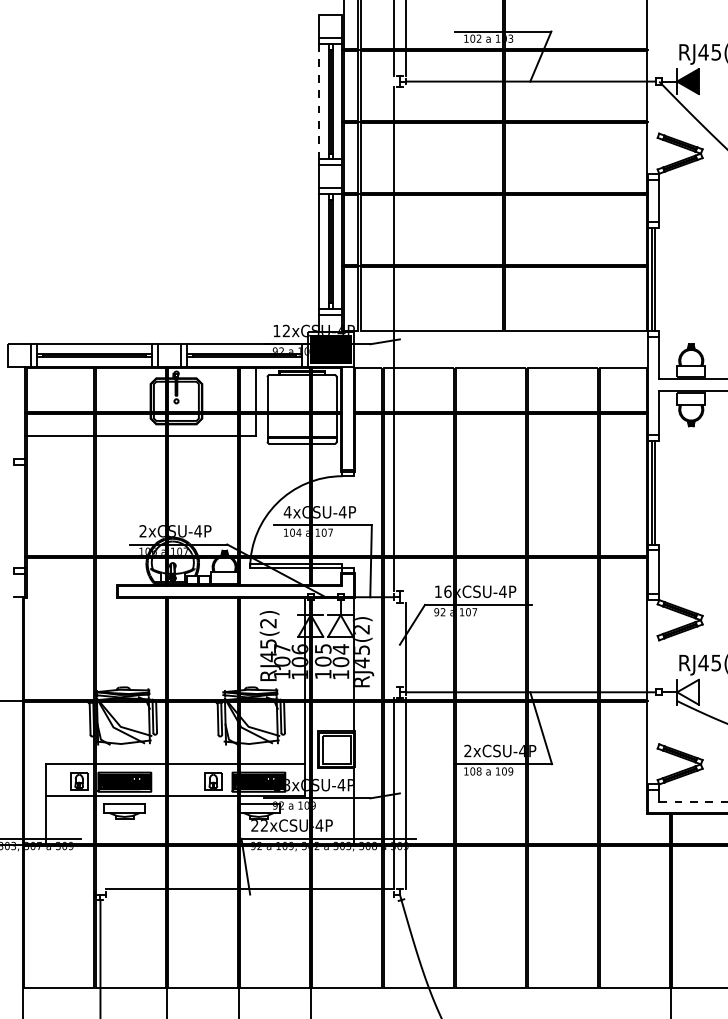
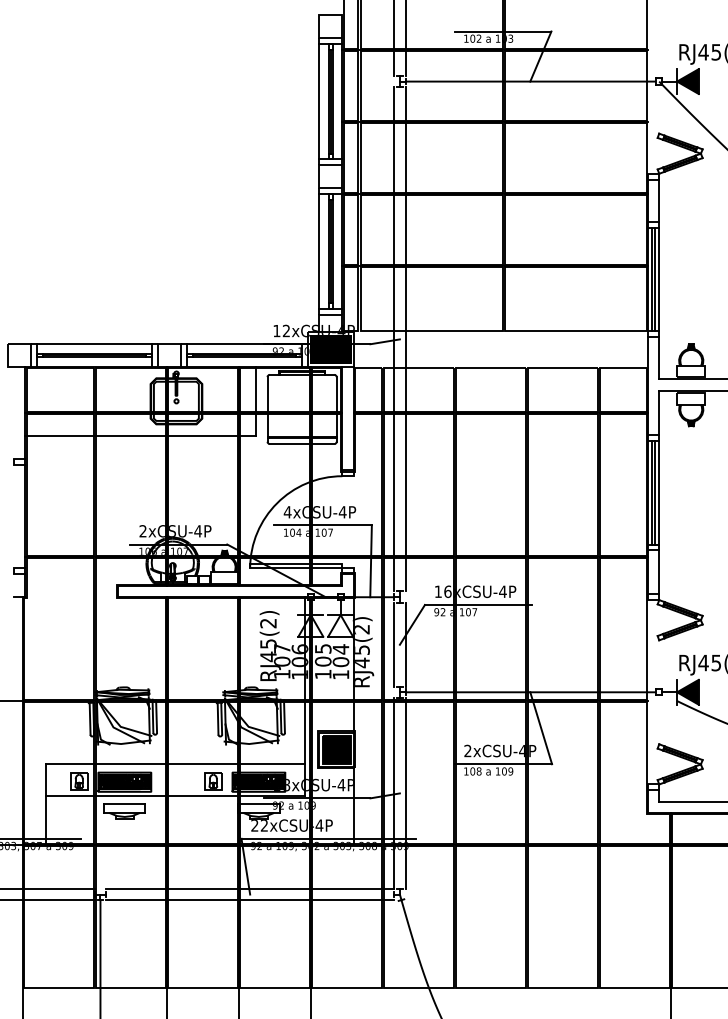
line at (319, 101): dashed -> solid
line at (659, 279): none -> present
line at (405, 339): none -> present
line at (659, 492): none -> present
line at (394, 644): none -> present
fill at (687, 691): none -> present
fill at (336, 749): none -> present
line at (693, 801): dashed -> solid
line at (48, 888): none -> present
line at (48, 900): none -> present
line at (250, 900): none -> present
